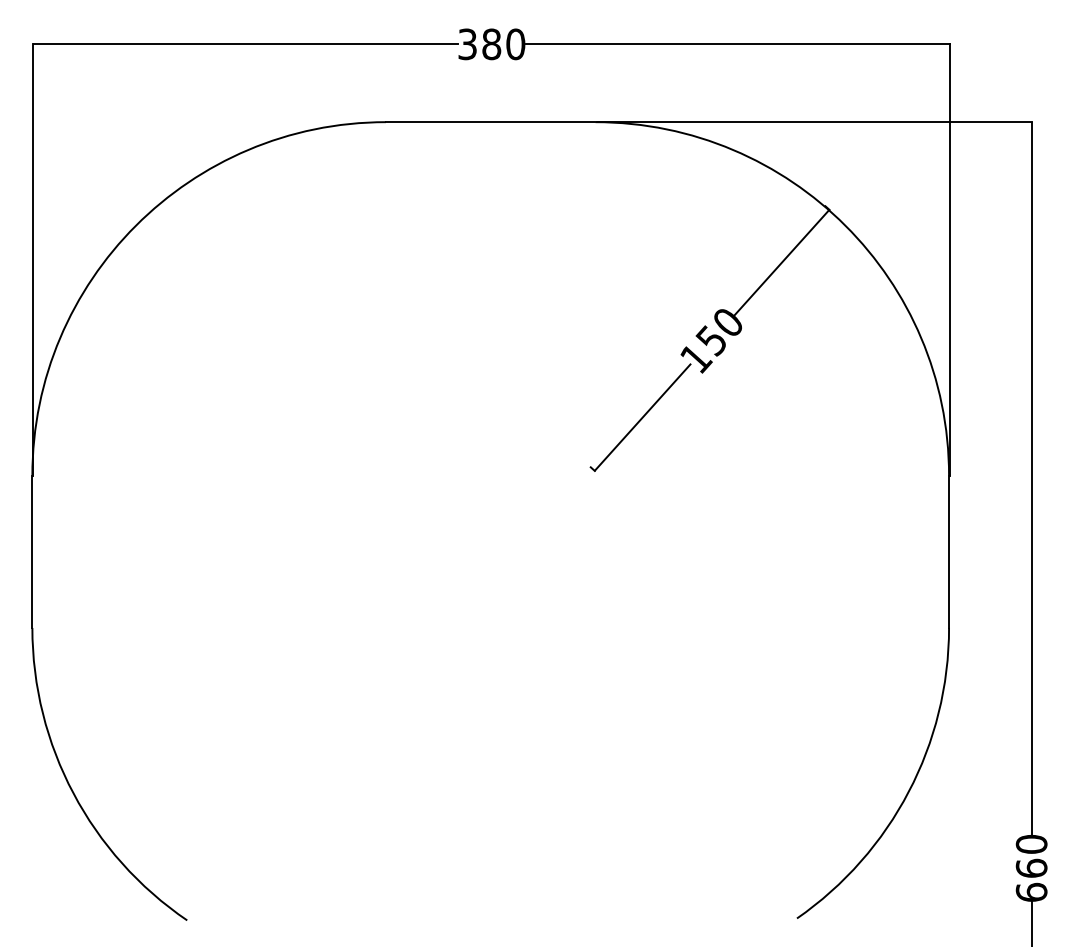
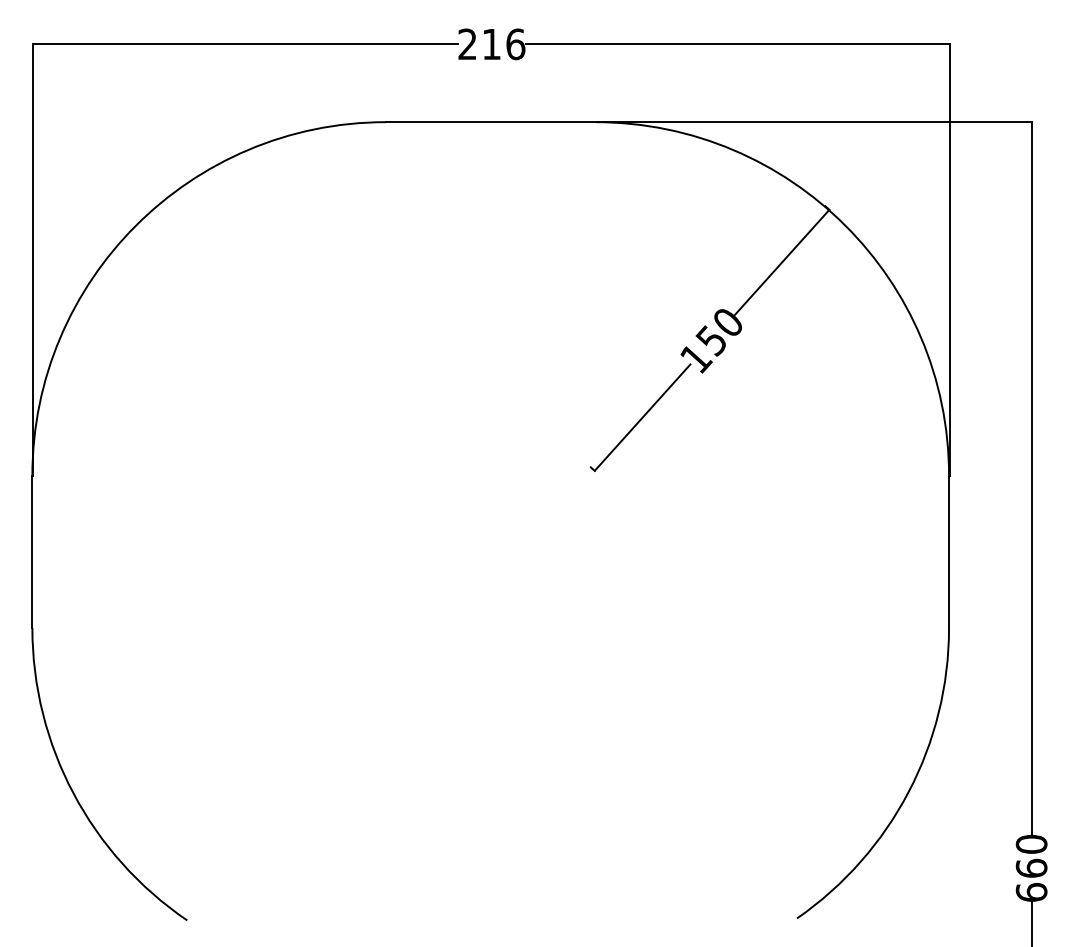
text at (491, 44): 380 -> 216
